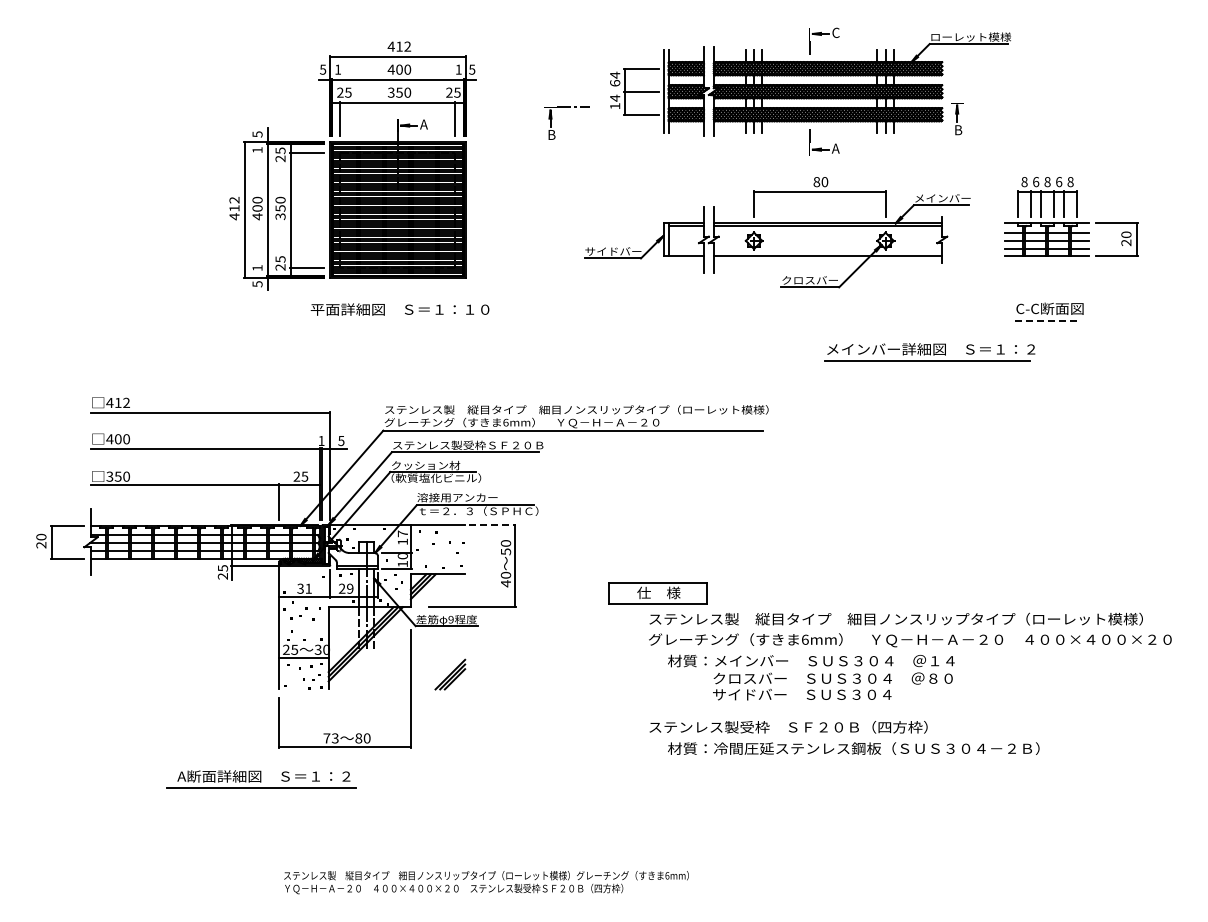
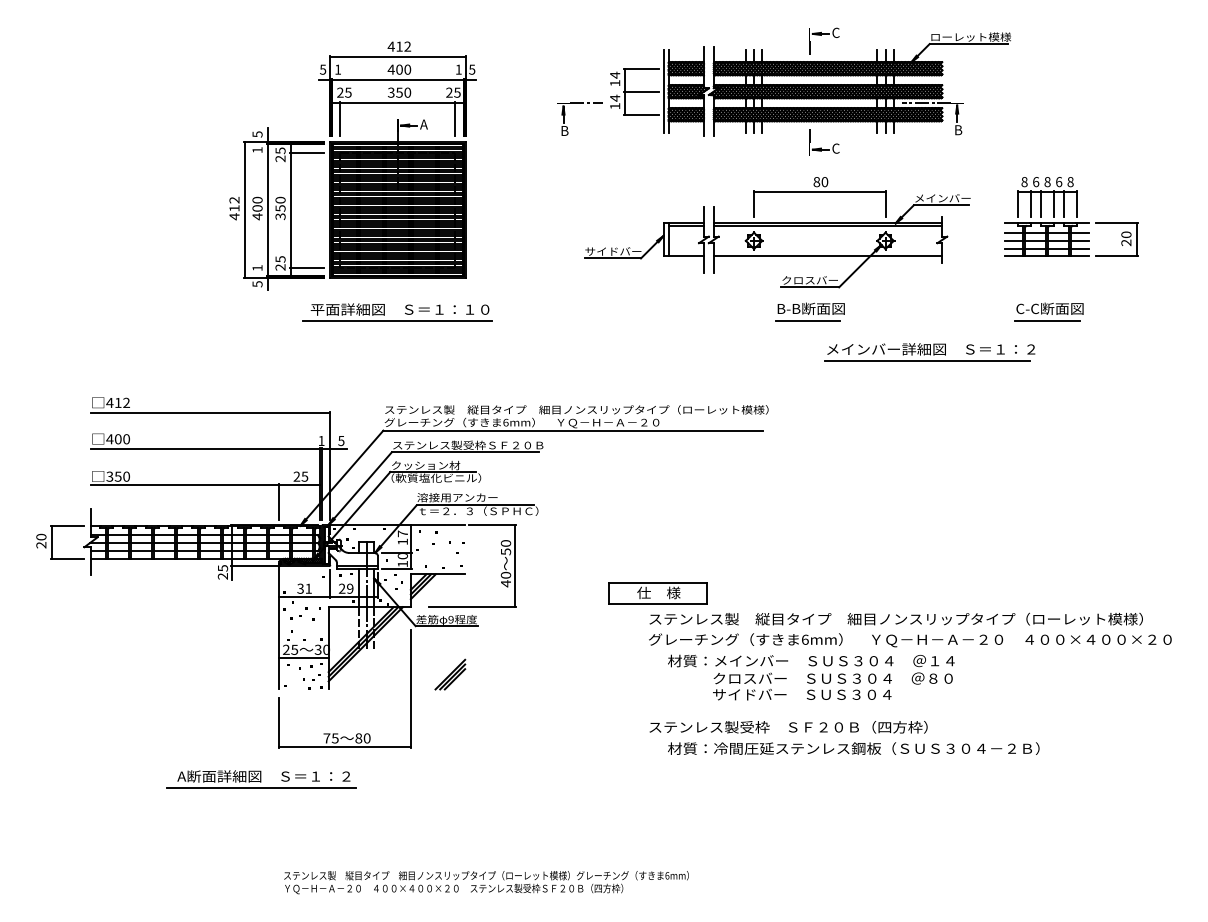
text at (615, 82): 64 -> 14
line at (926, 103): none -> present
part at (552, 119) position: (552, 119) -> (565, 115)
text at (835, 148): A -> C
part at (809, 311): none -> present
line at (397, 320): none -> present
line at (1047, 320): dashed -> solid
line at (492, 525): dashed -> solid
text at (335, 737): 73 -> 75
